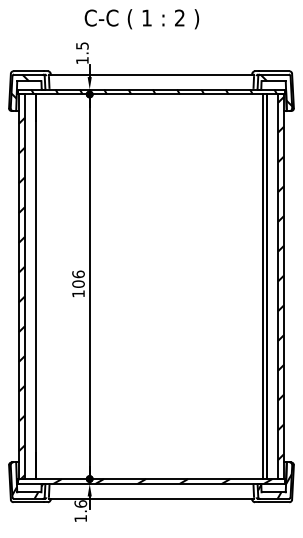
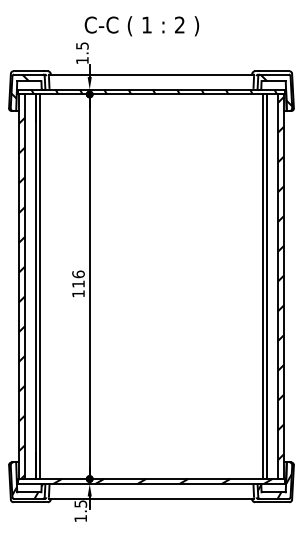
text at (141, 19) position: (141, 19) -> (141, 26)
text at (78, 283): 106 -> 116
line at (40, 286): none -> present
text at (80, 503): 1.6 -> 1.5
